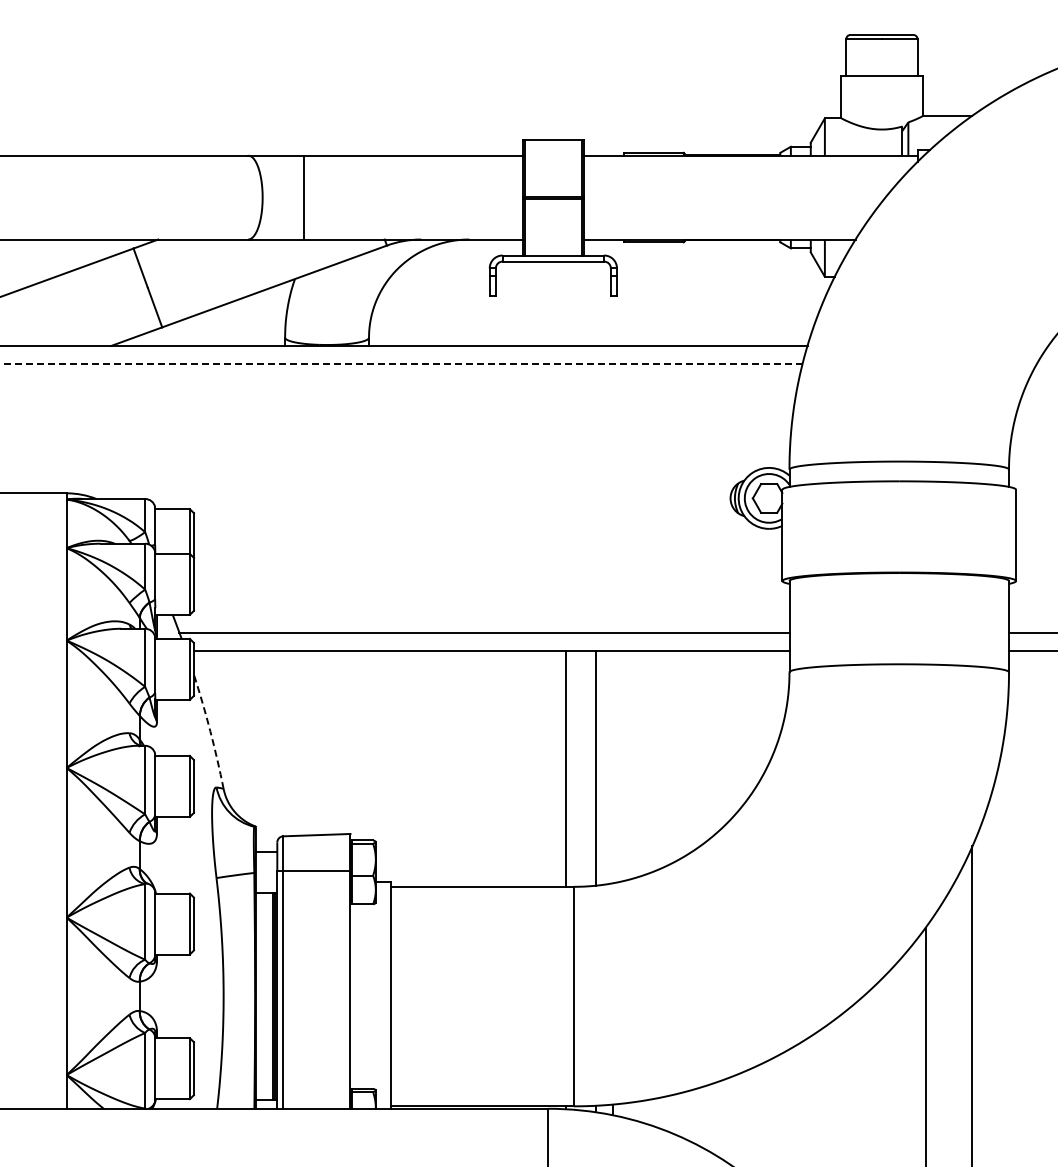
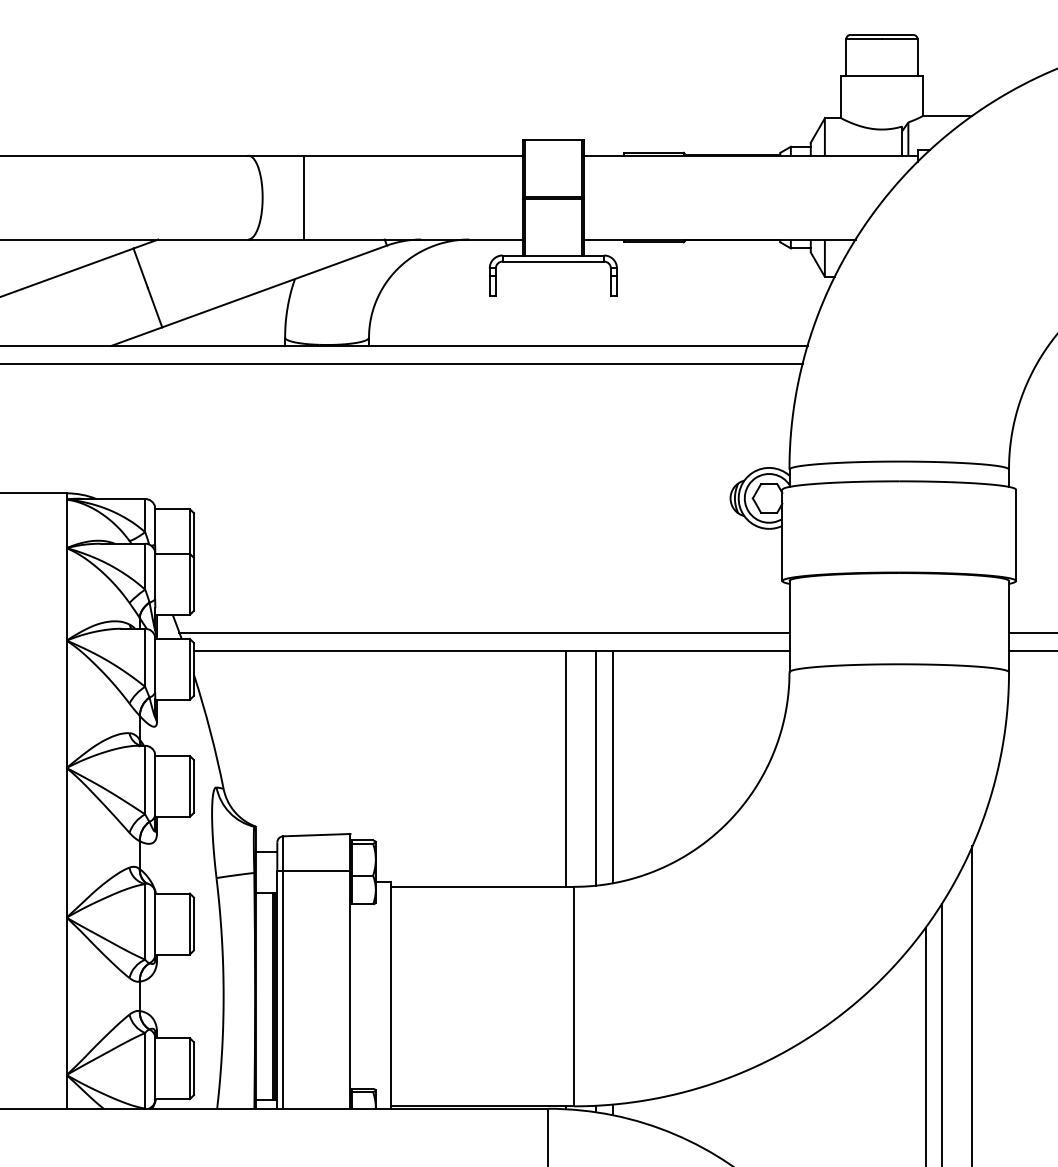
line at (400, 364): dashed -> solid
arc at (210, 731): dashed -> solid
line at (612, 766): none -> present
line at (941, 1033): none -> present
